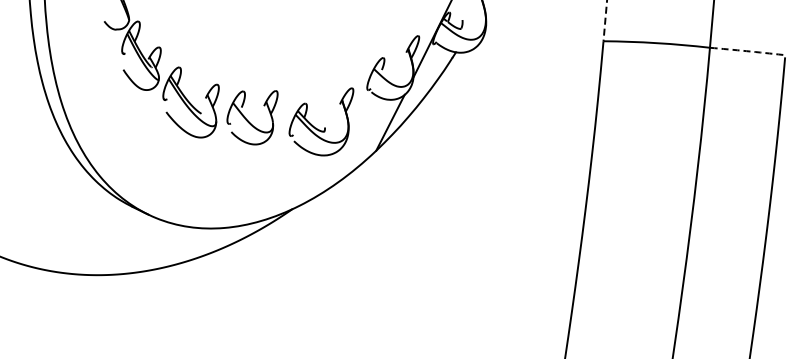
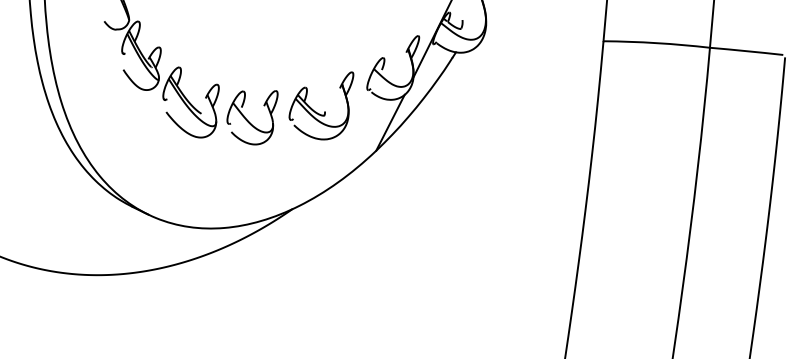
line at (605, 21): dashed -> solid
arc at (746, 51): dashed -> solid
part at (324, 127) position: (324, 127) -> (324, 111)
